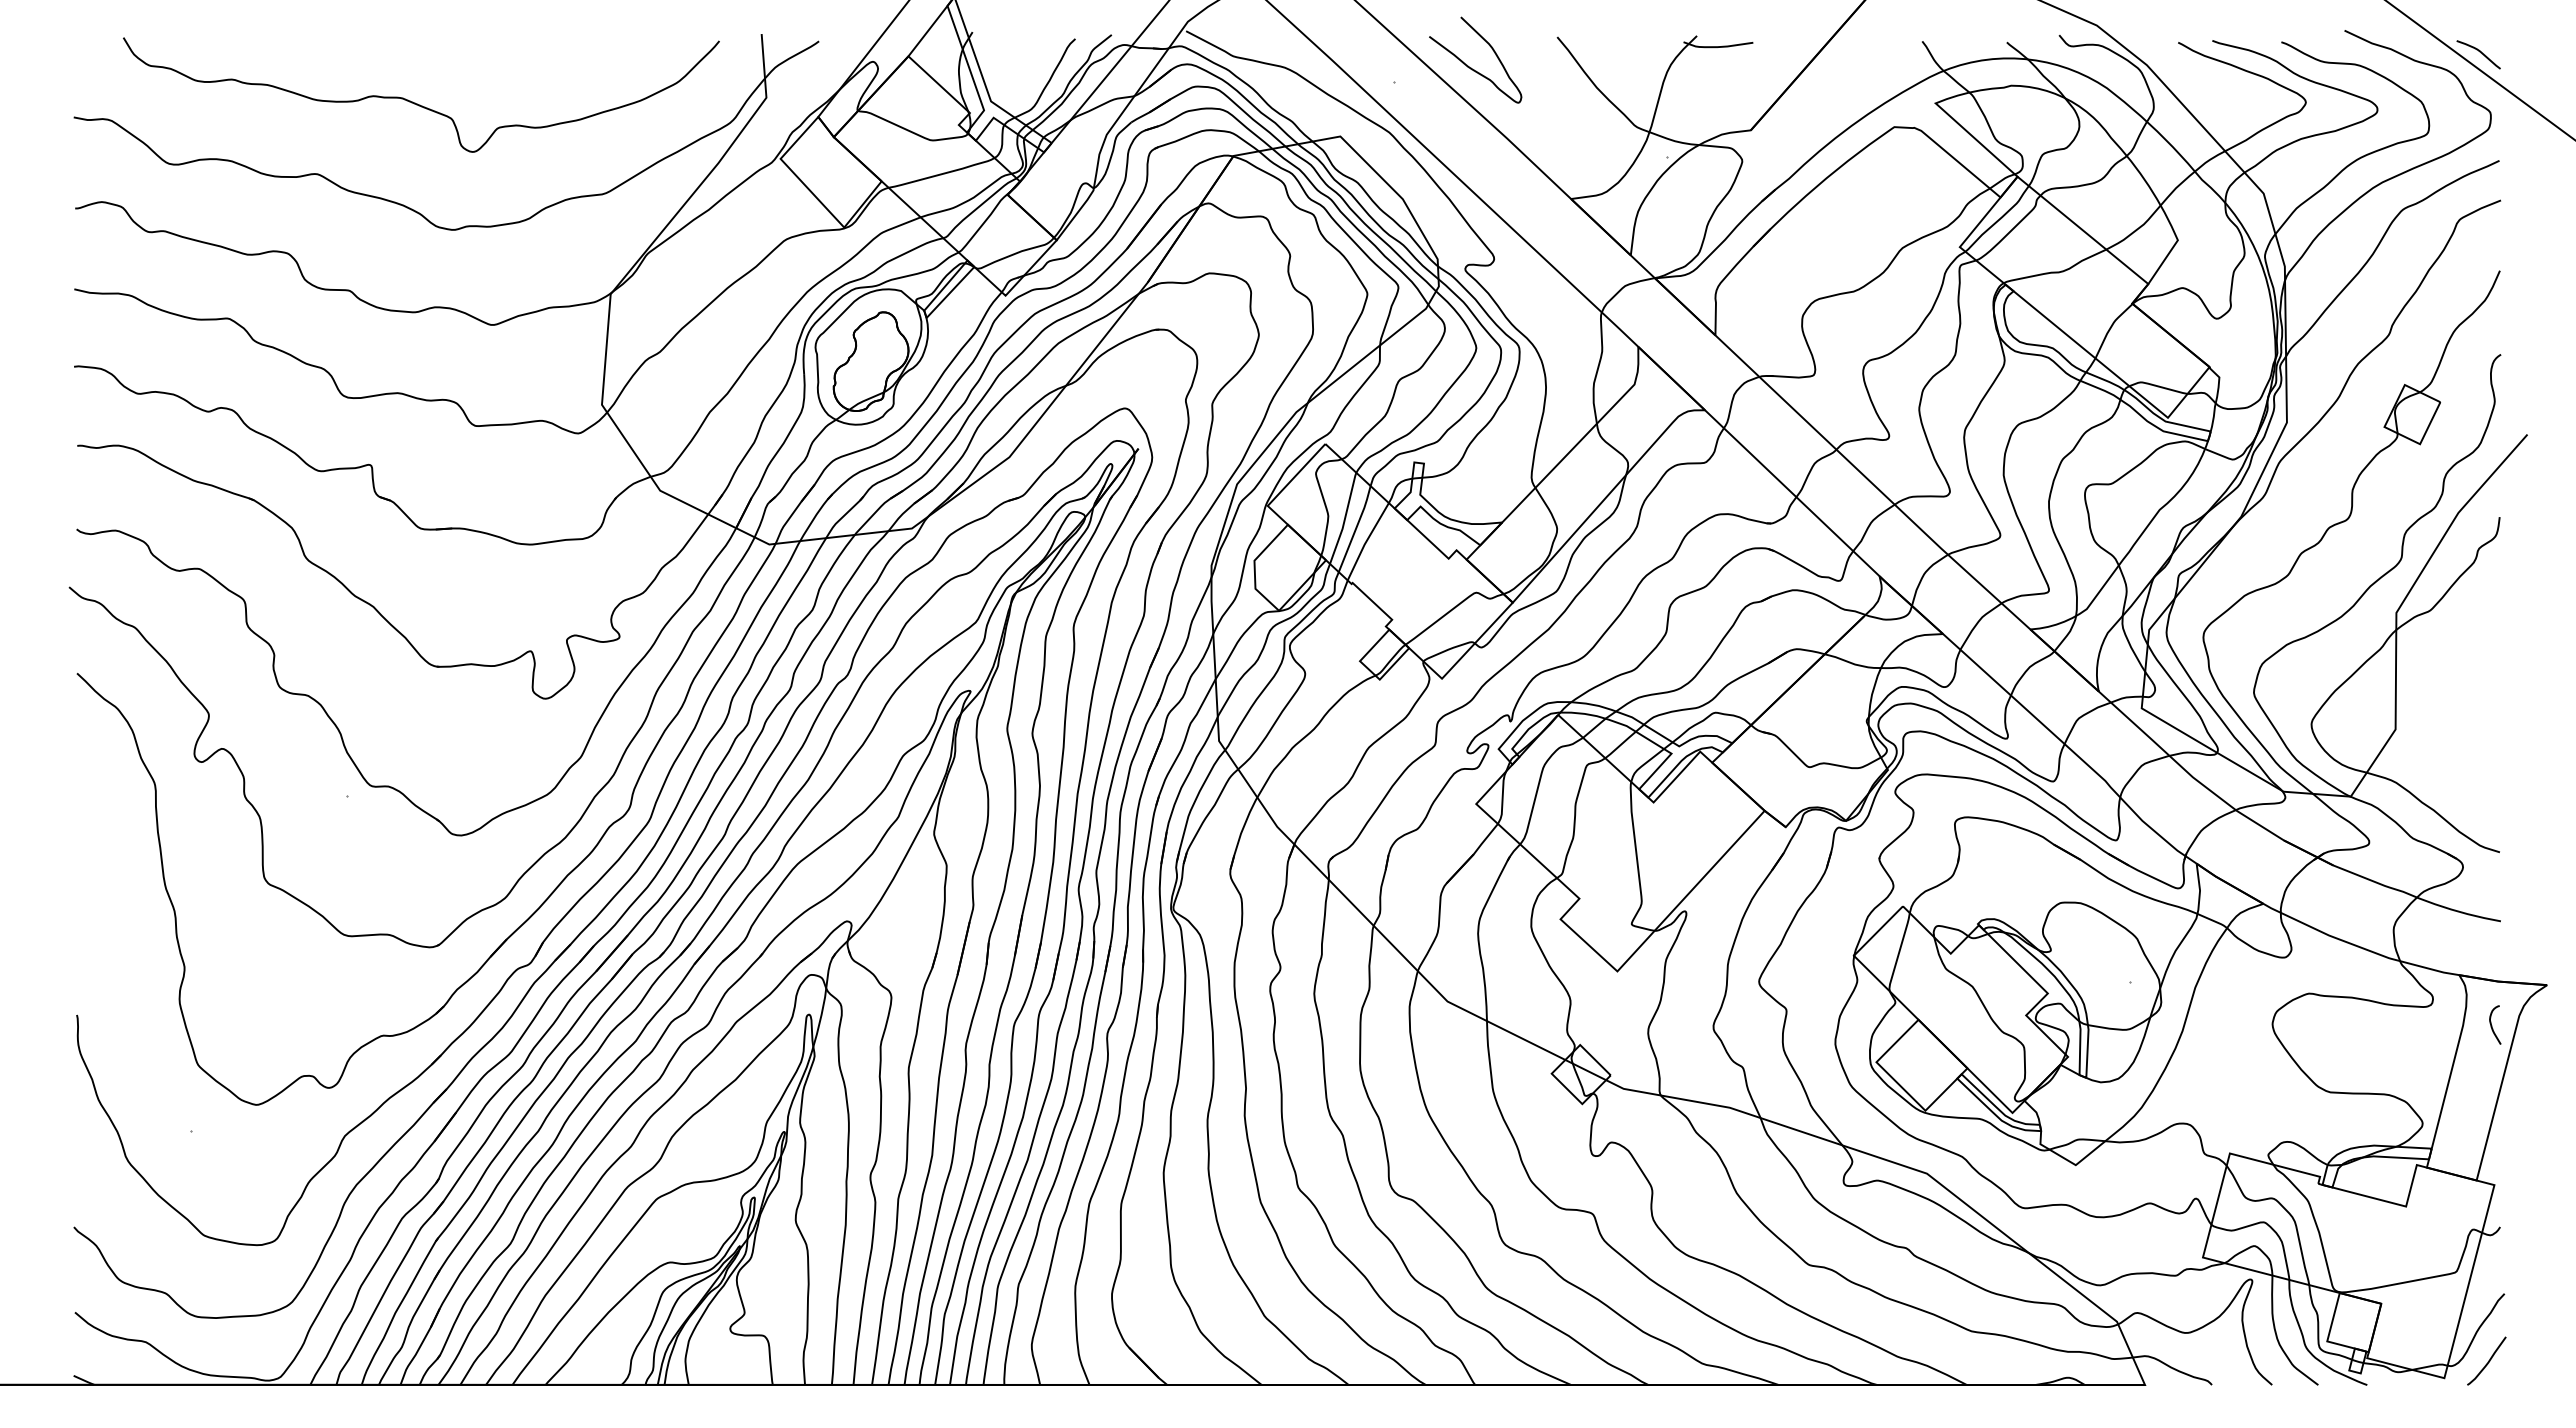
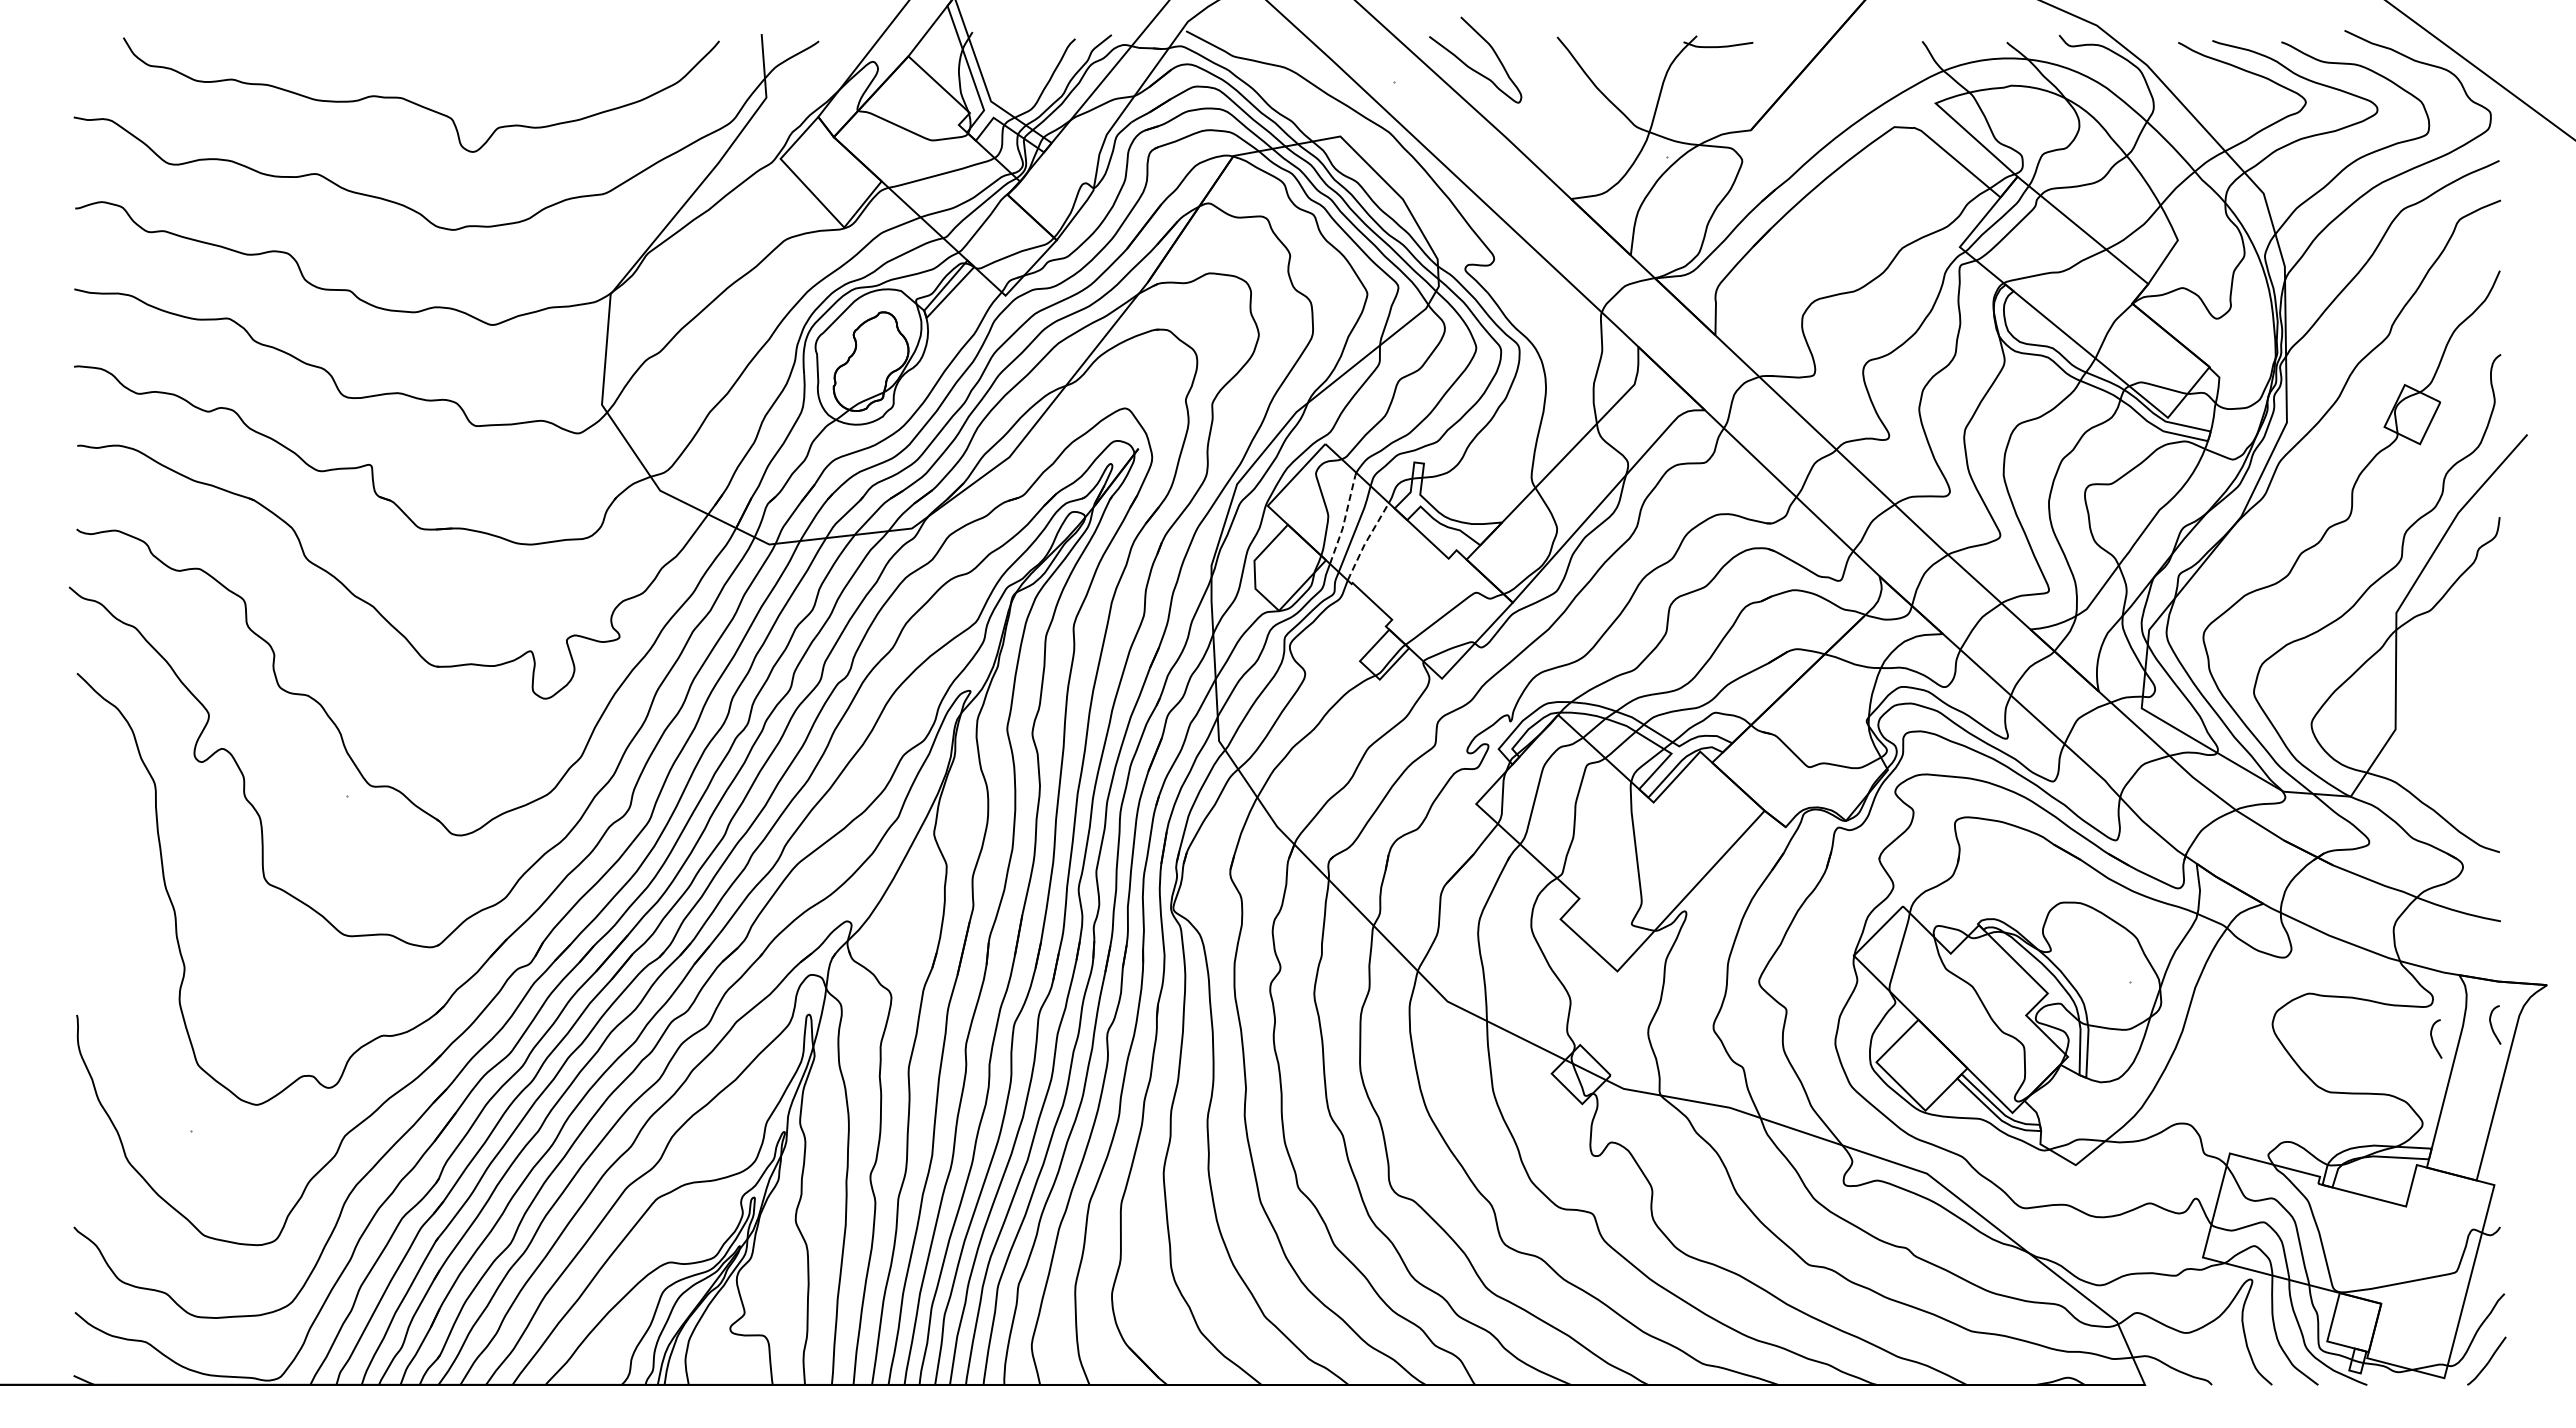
curve at (2479, 52): present -> none
line at (1345, 518): solid -> dashed
line at (1366, 541): solid -> dashed
curve at (2433, 1039): none -> present
